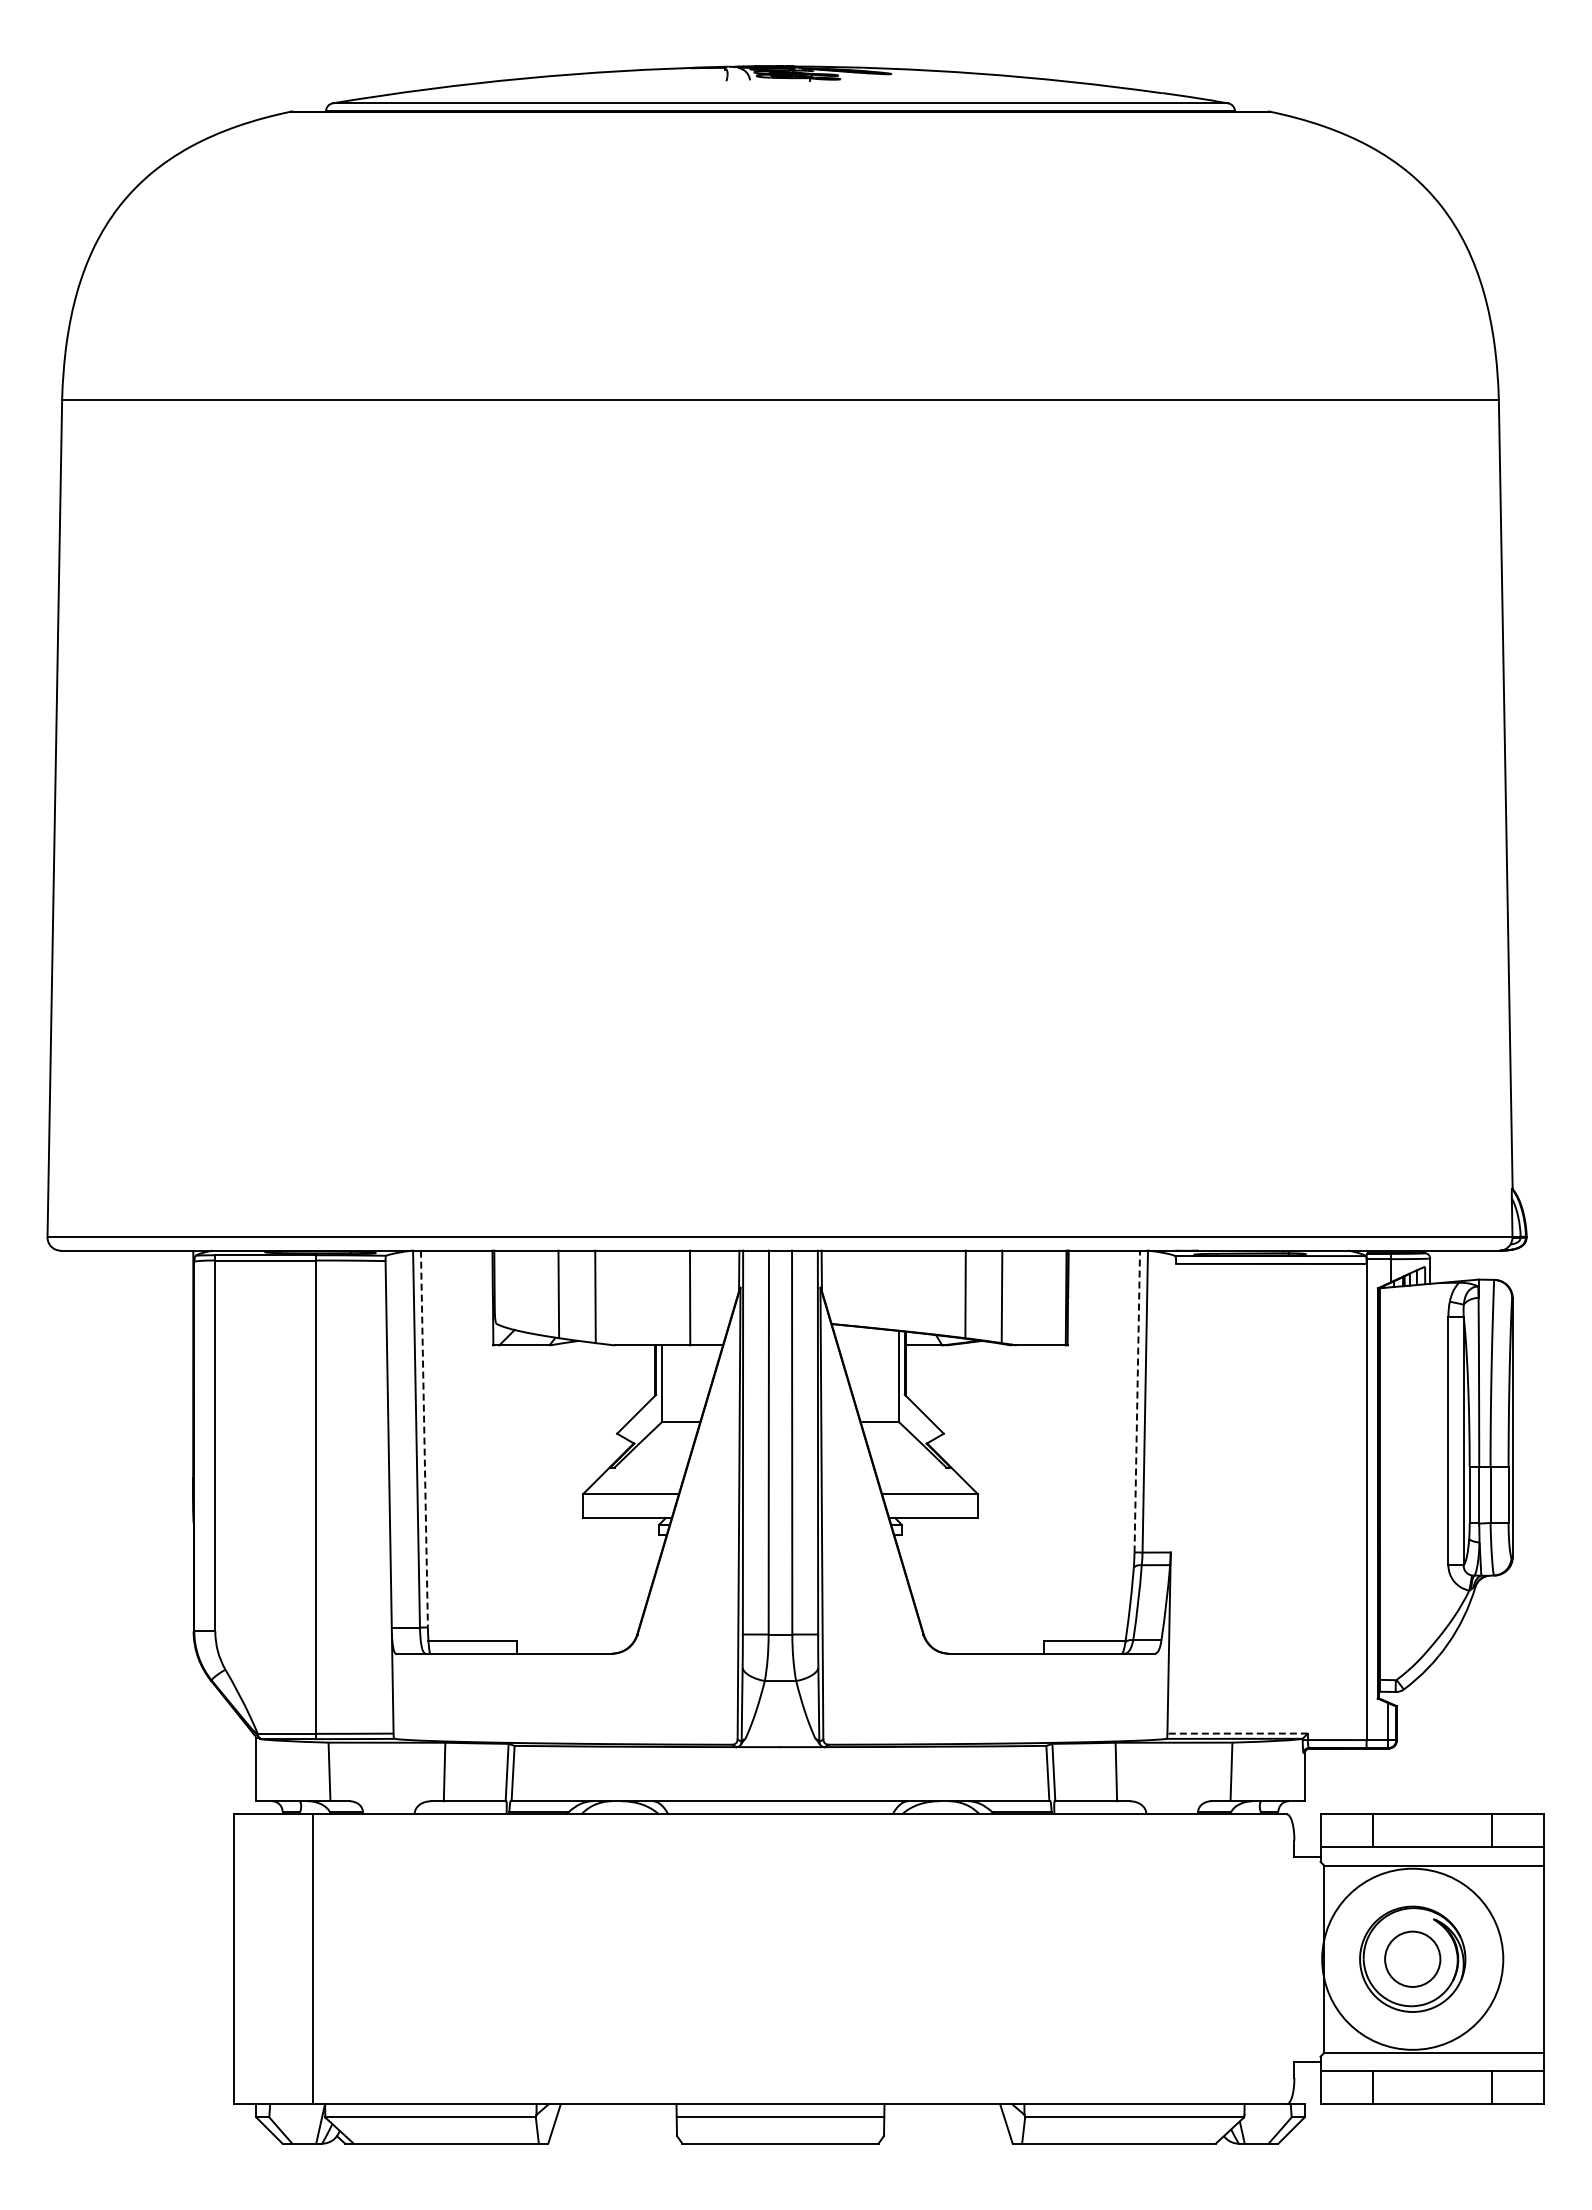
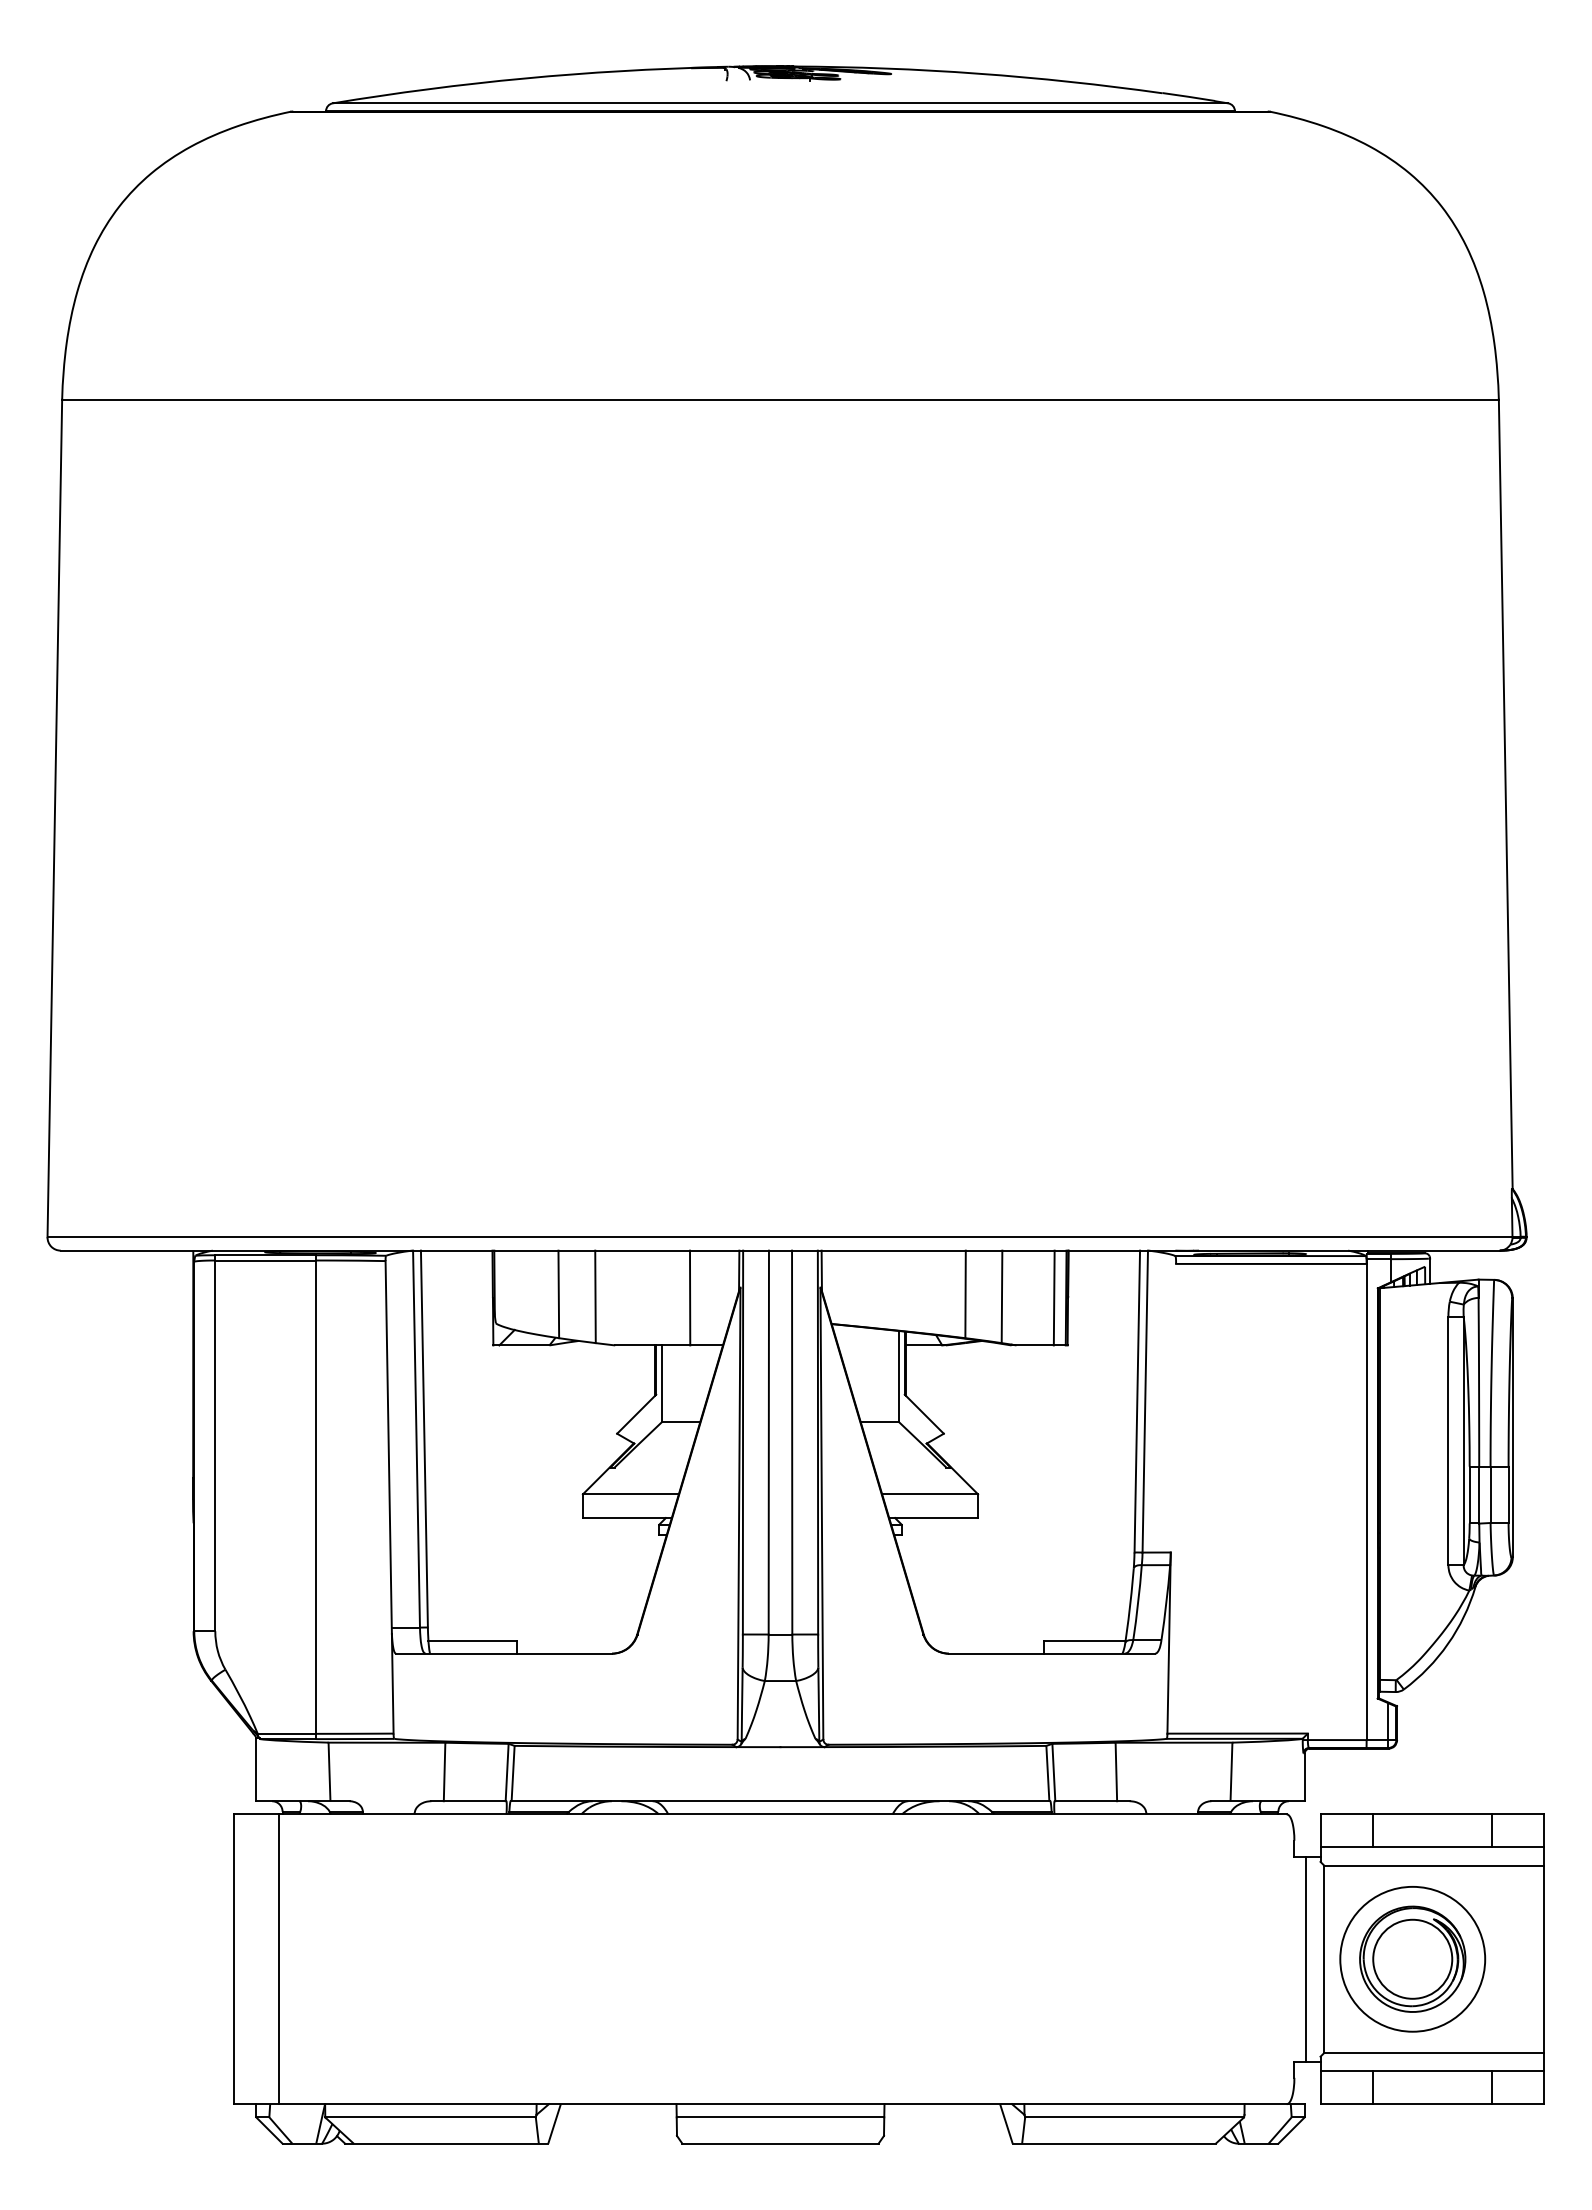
line at (1053, 1297): none -> present
line at (1137, 1401): dashed -> solid
line at (424, 1439): dashed -> solid
line at (1237, 1733): dashed -> solid
circle at (1412, 1958) diameter: 181 px -> 145 px
circle at (1412, 1958) diameter: 55 px -> 79 px
line at (313, 1959) position: (313, 1959) -> (279, 1959)
line at (1306, 1959): none -> present
